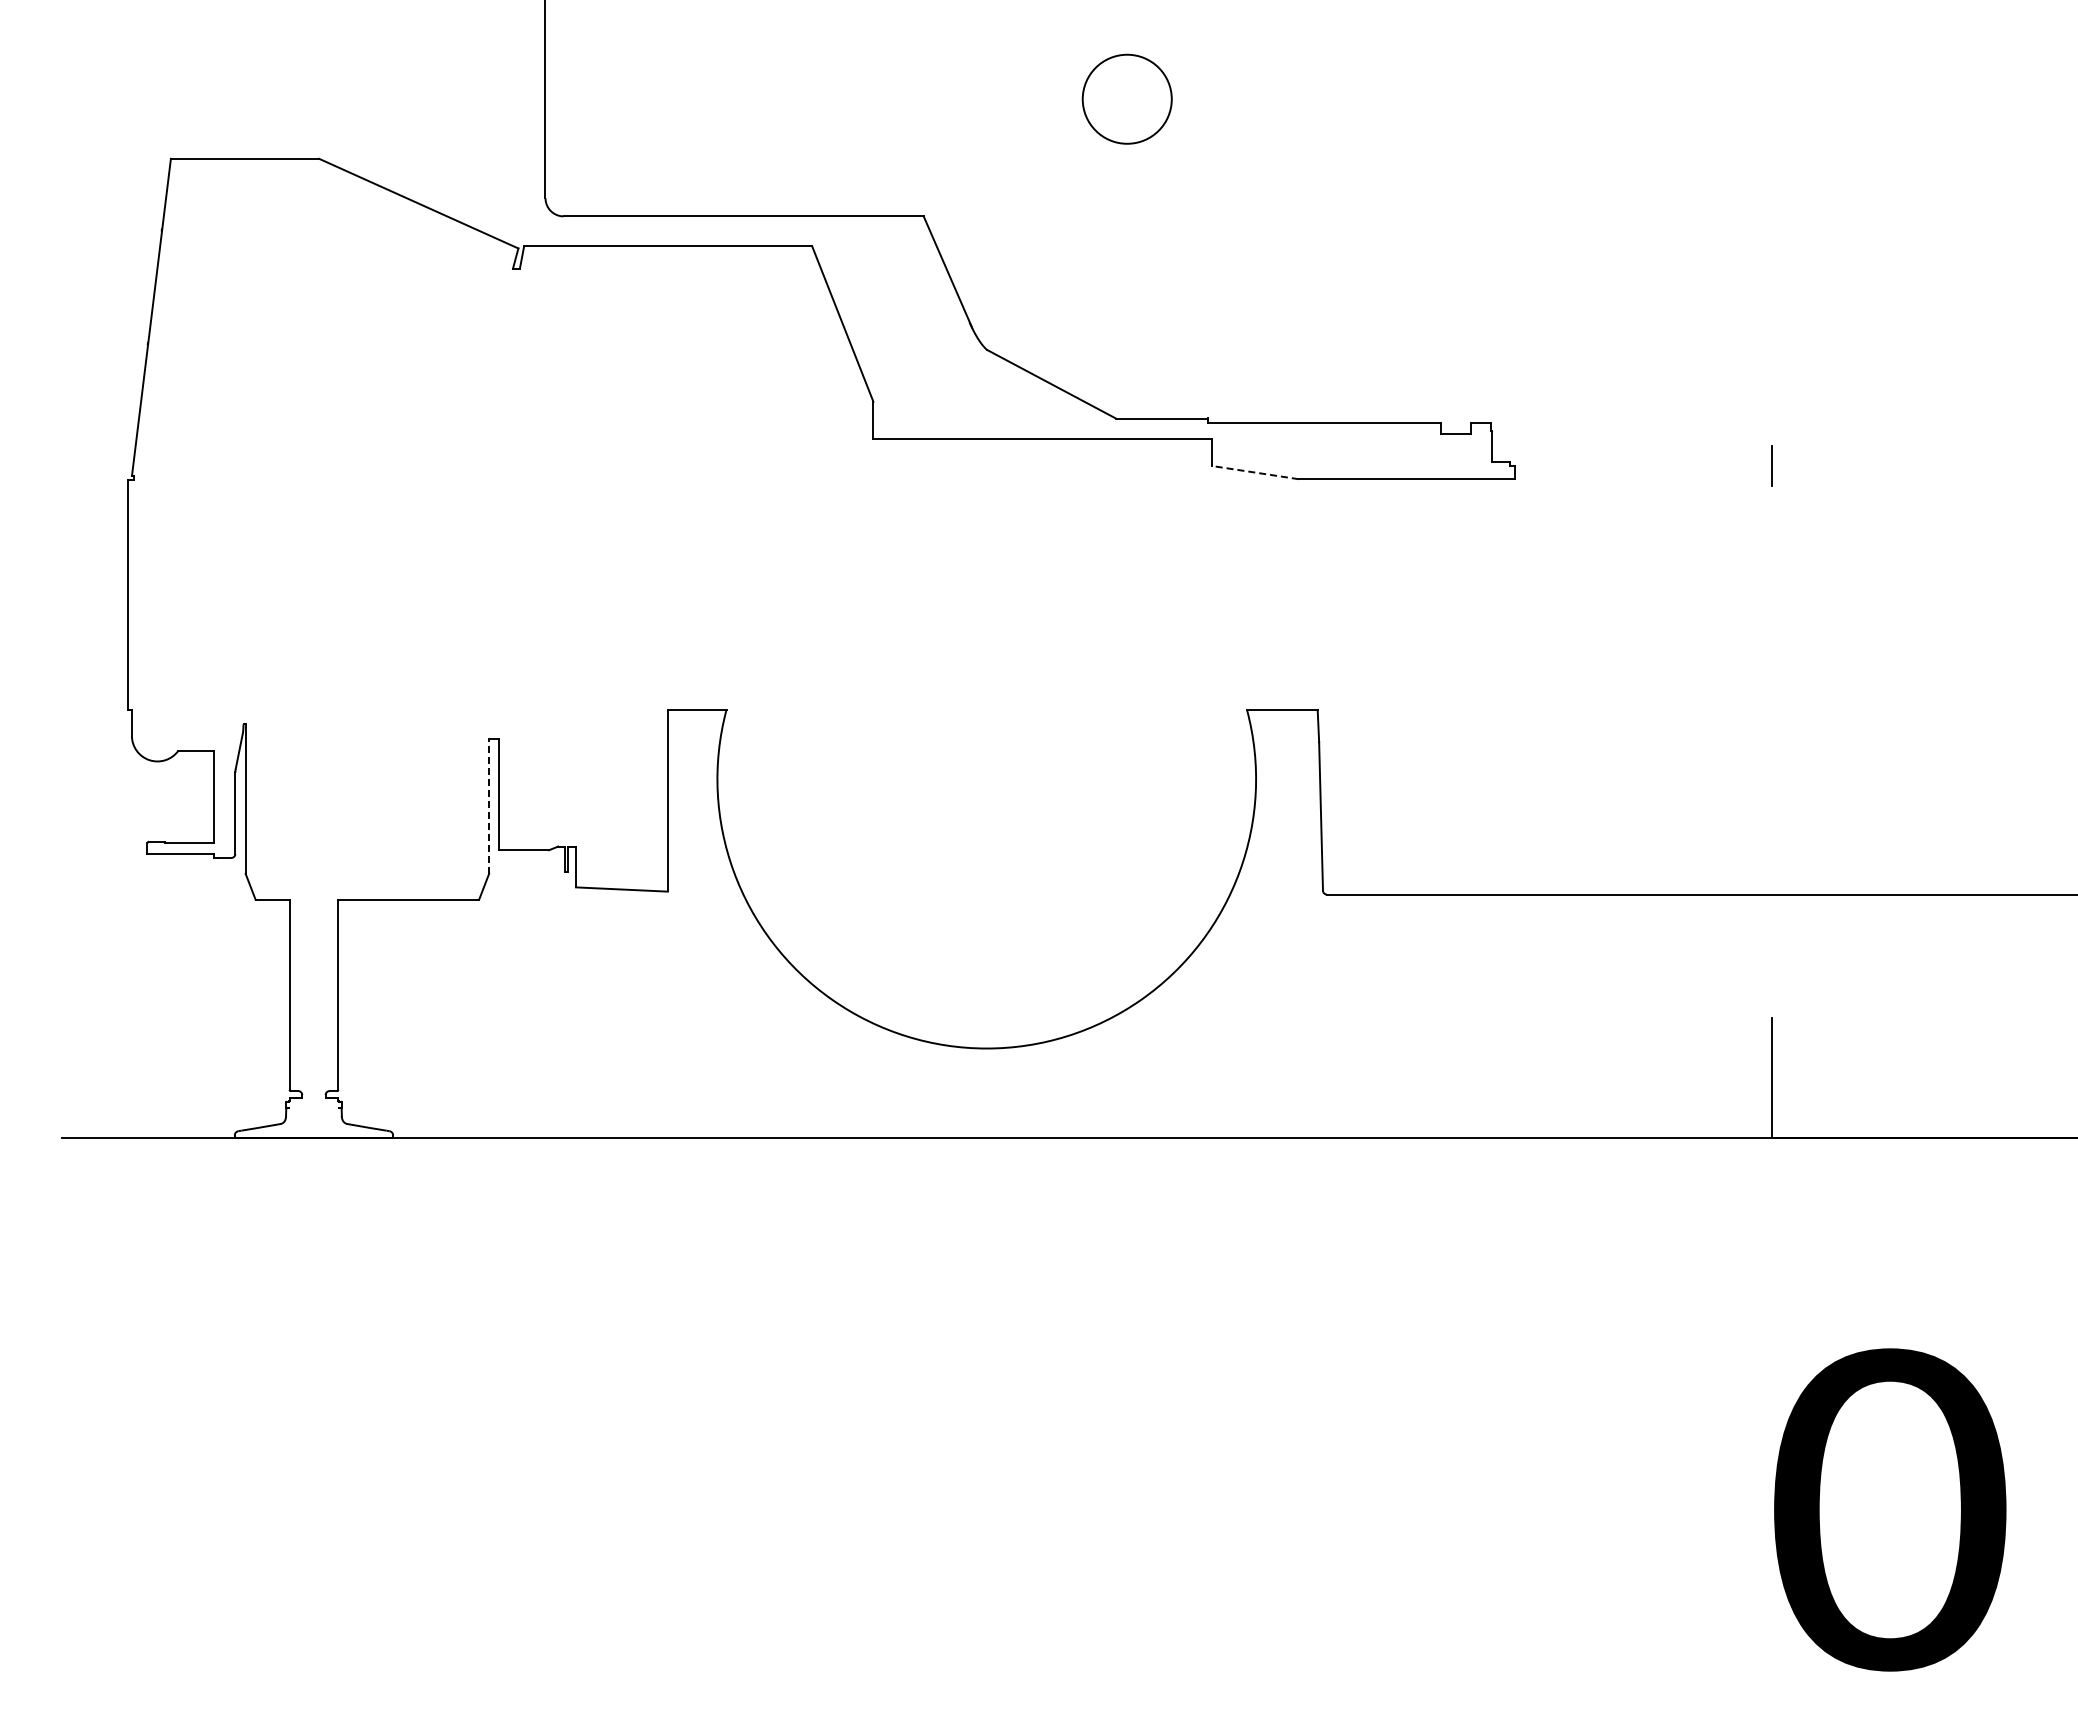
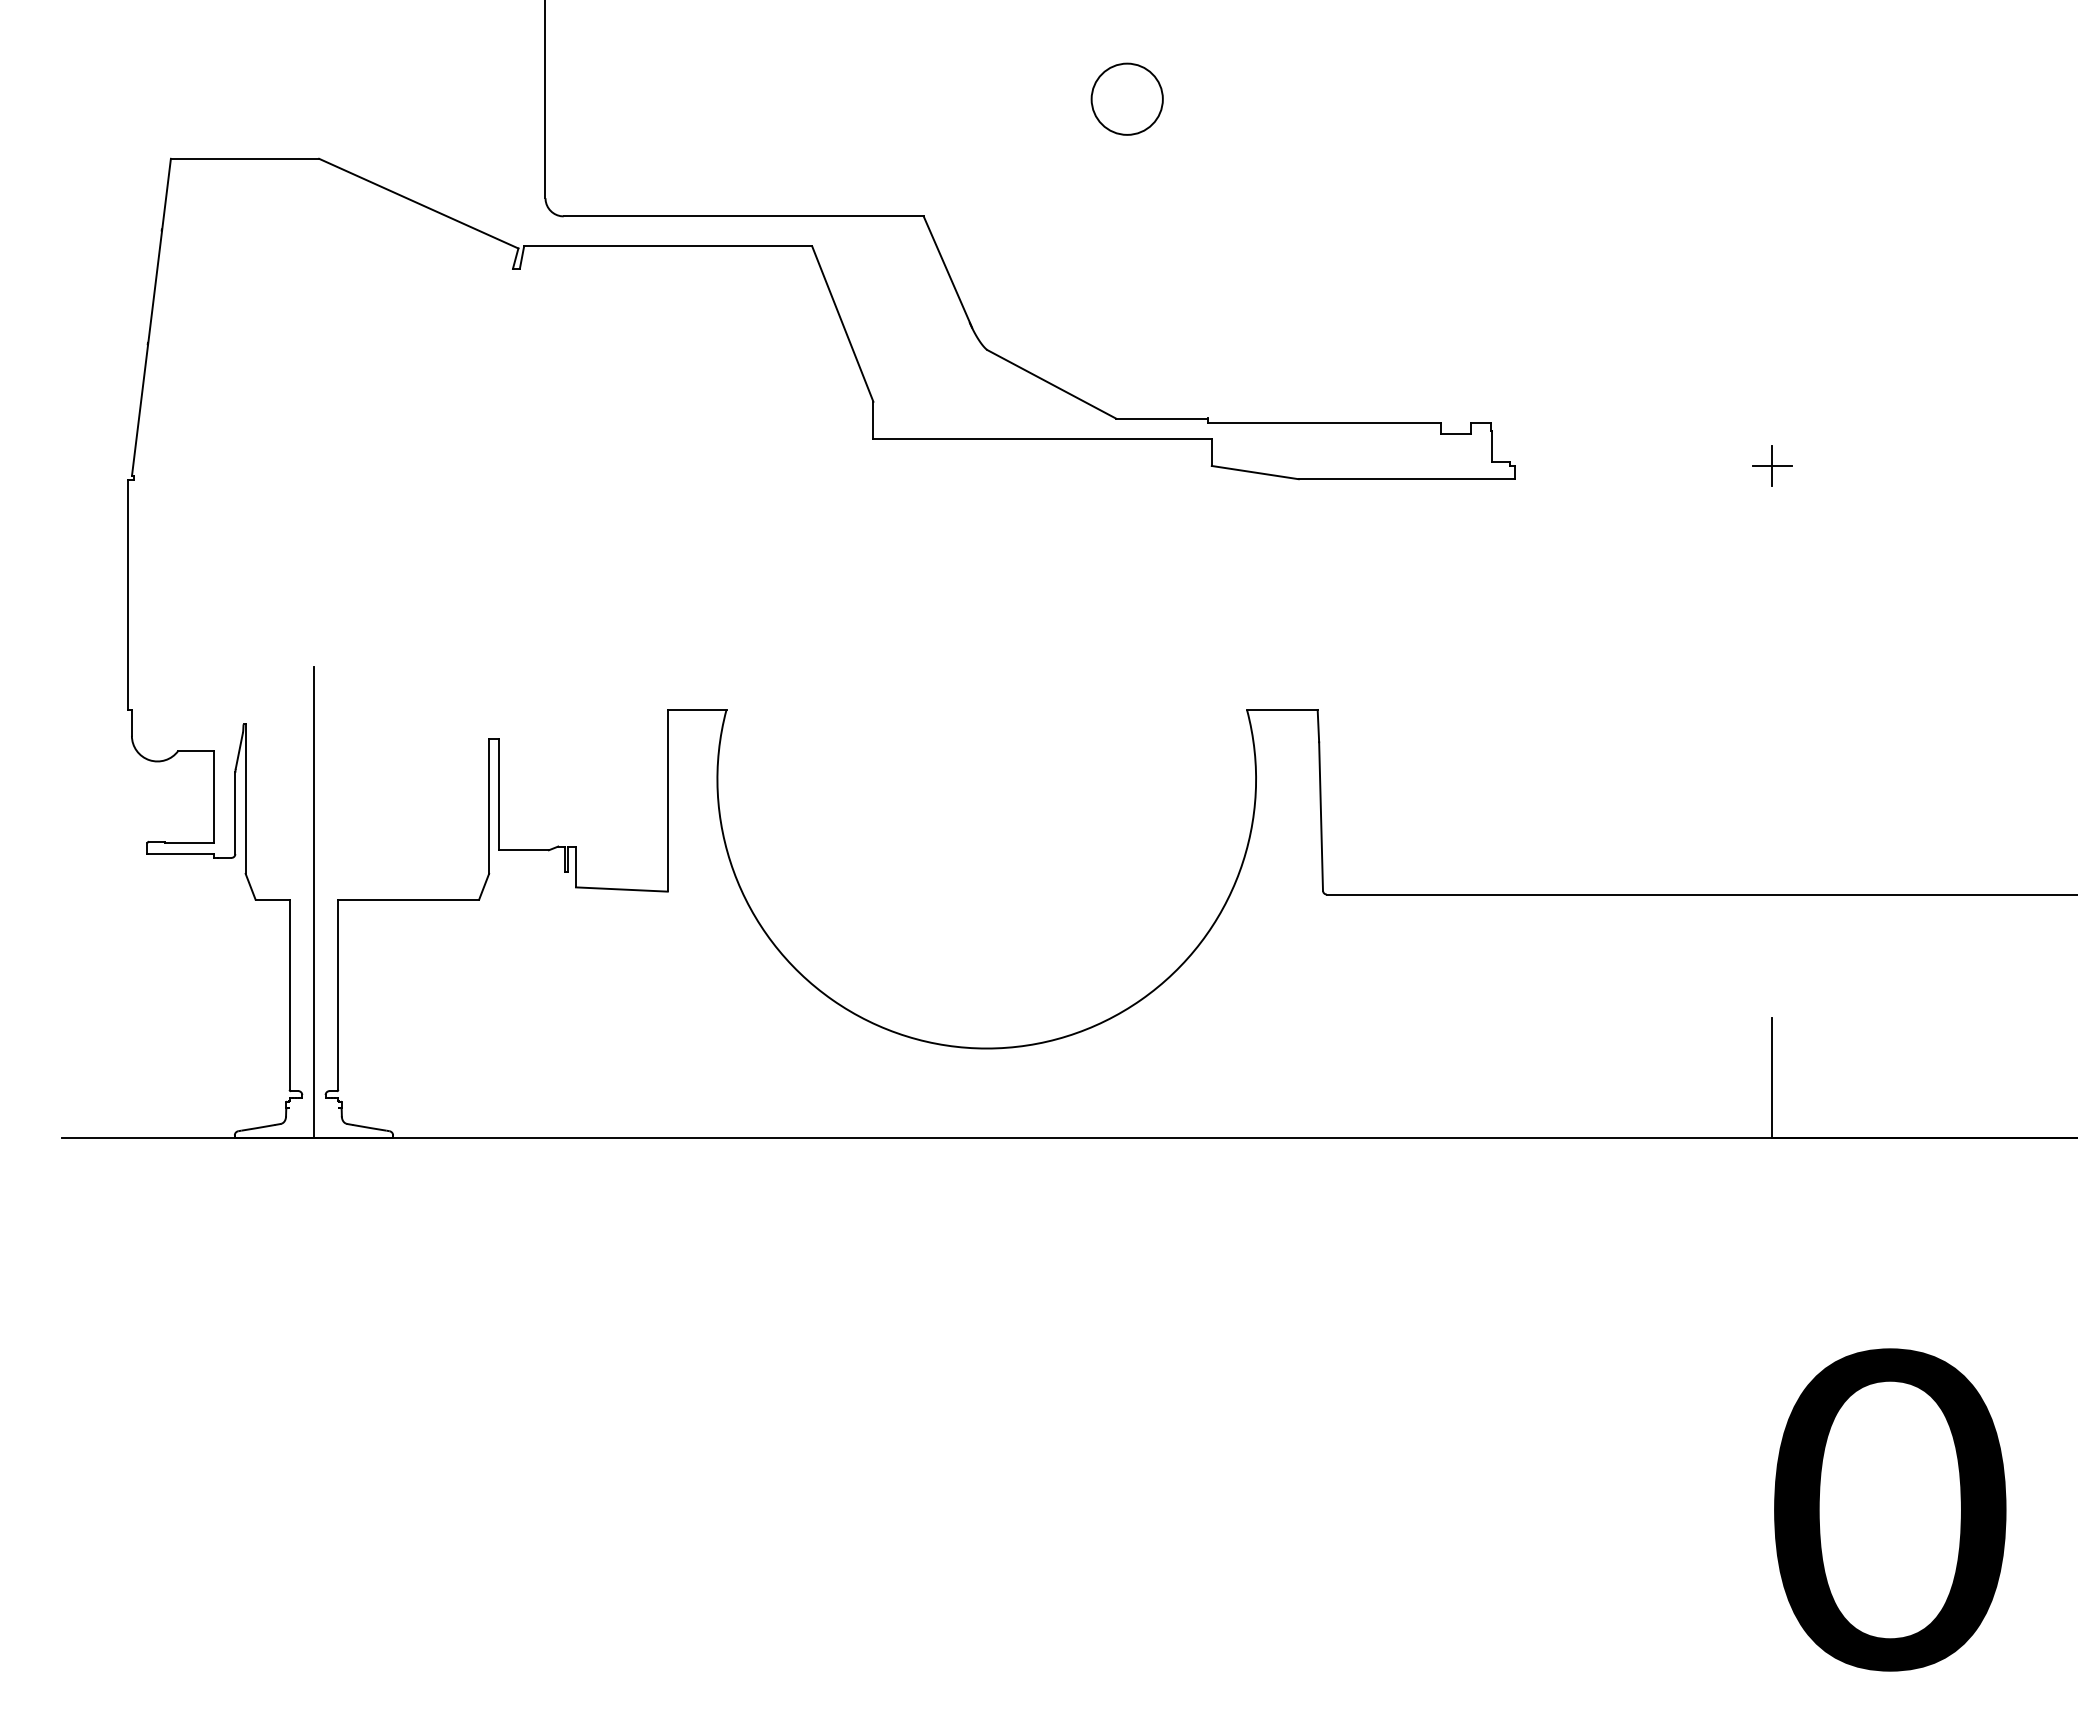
circle at (1126, 98) diameter: 89 px -> 71 px
line at (1772, 466): none -> present
line at (1255, 472): dashed -> solid
line at (489, 806): dashed -> solid
line at (313, 902): none -> present
